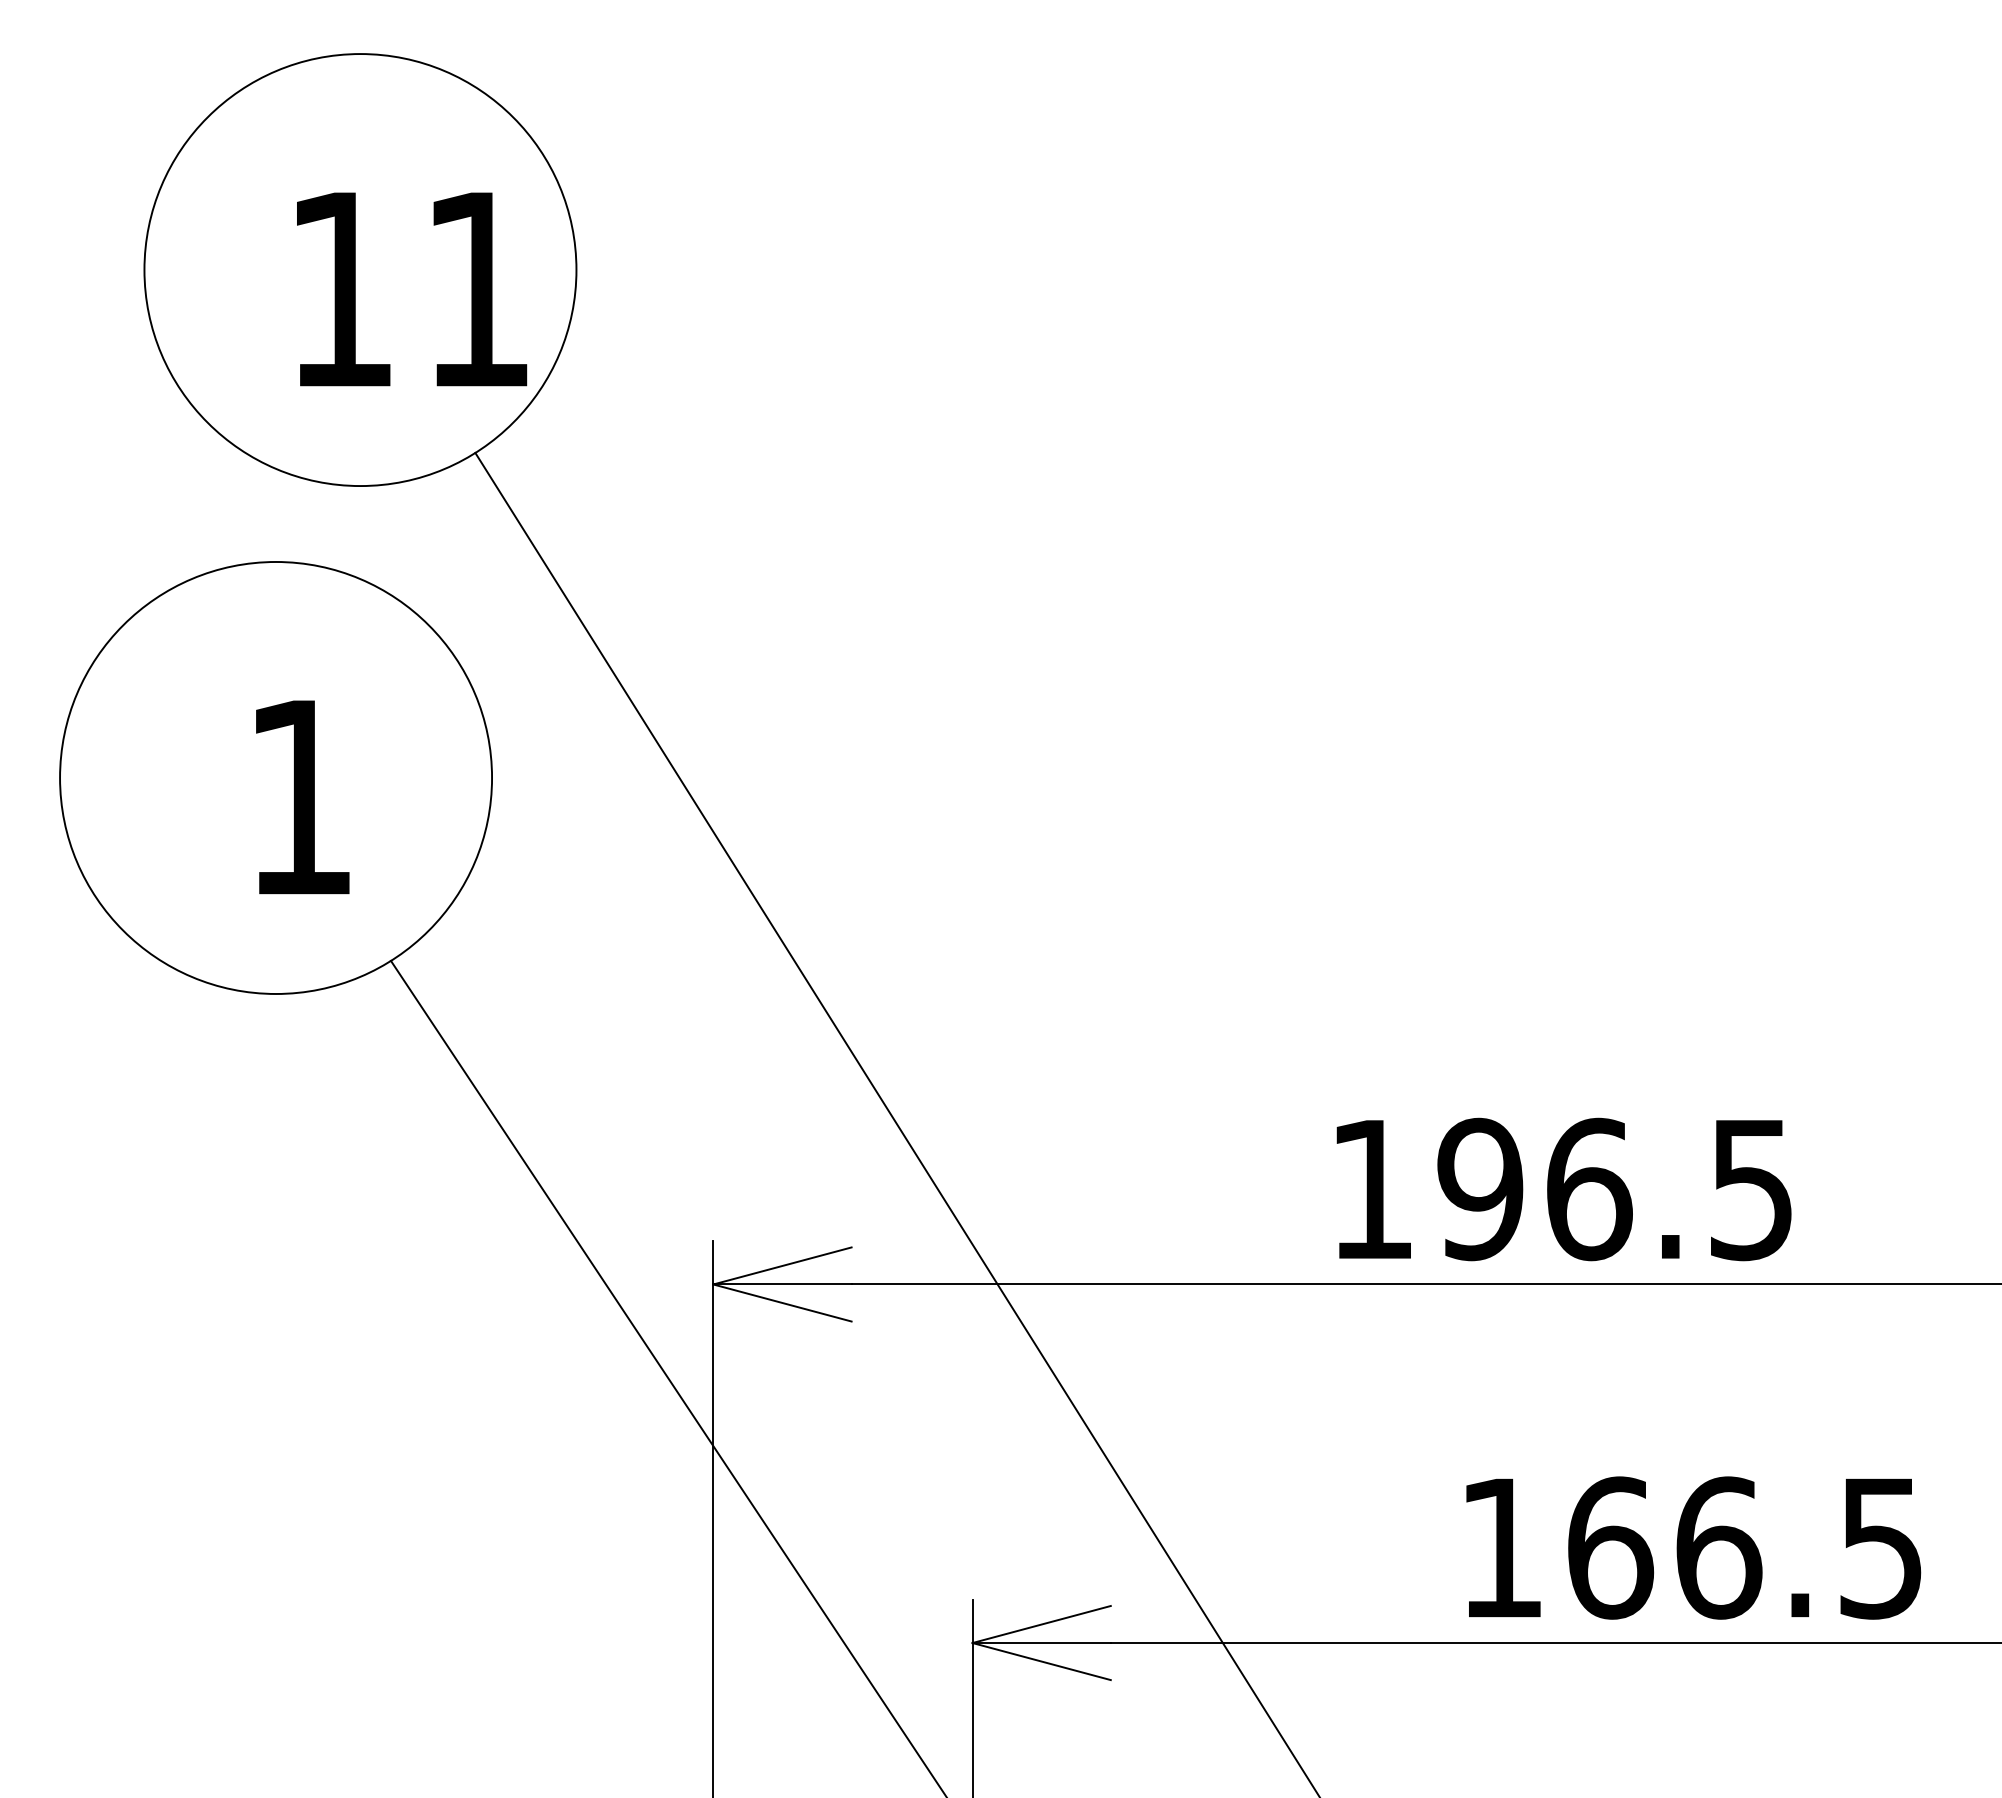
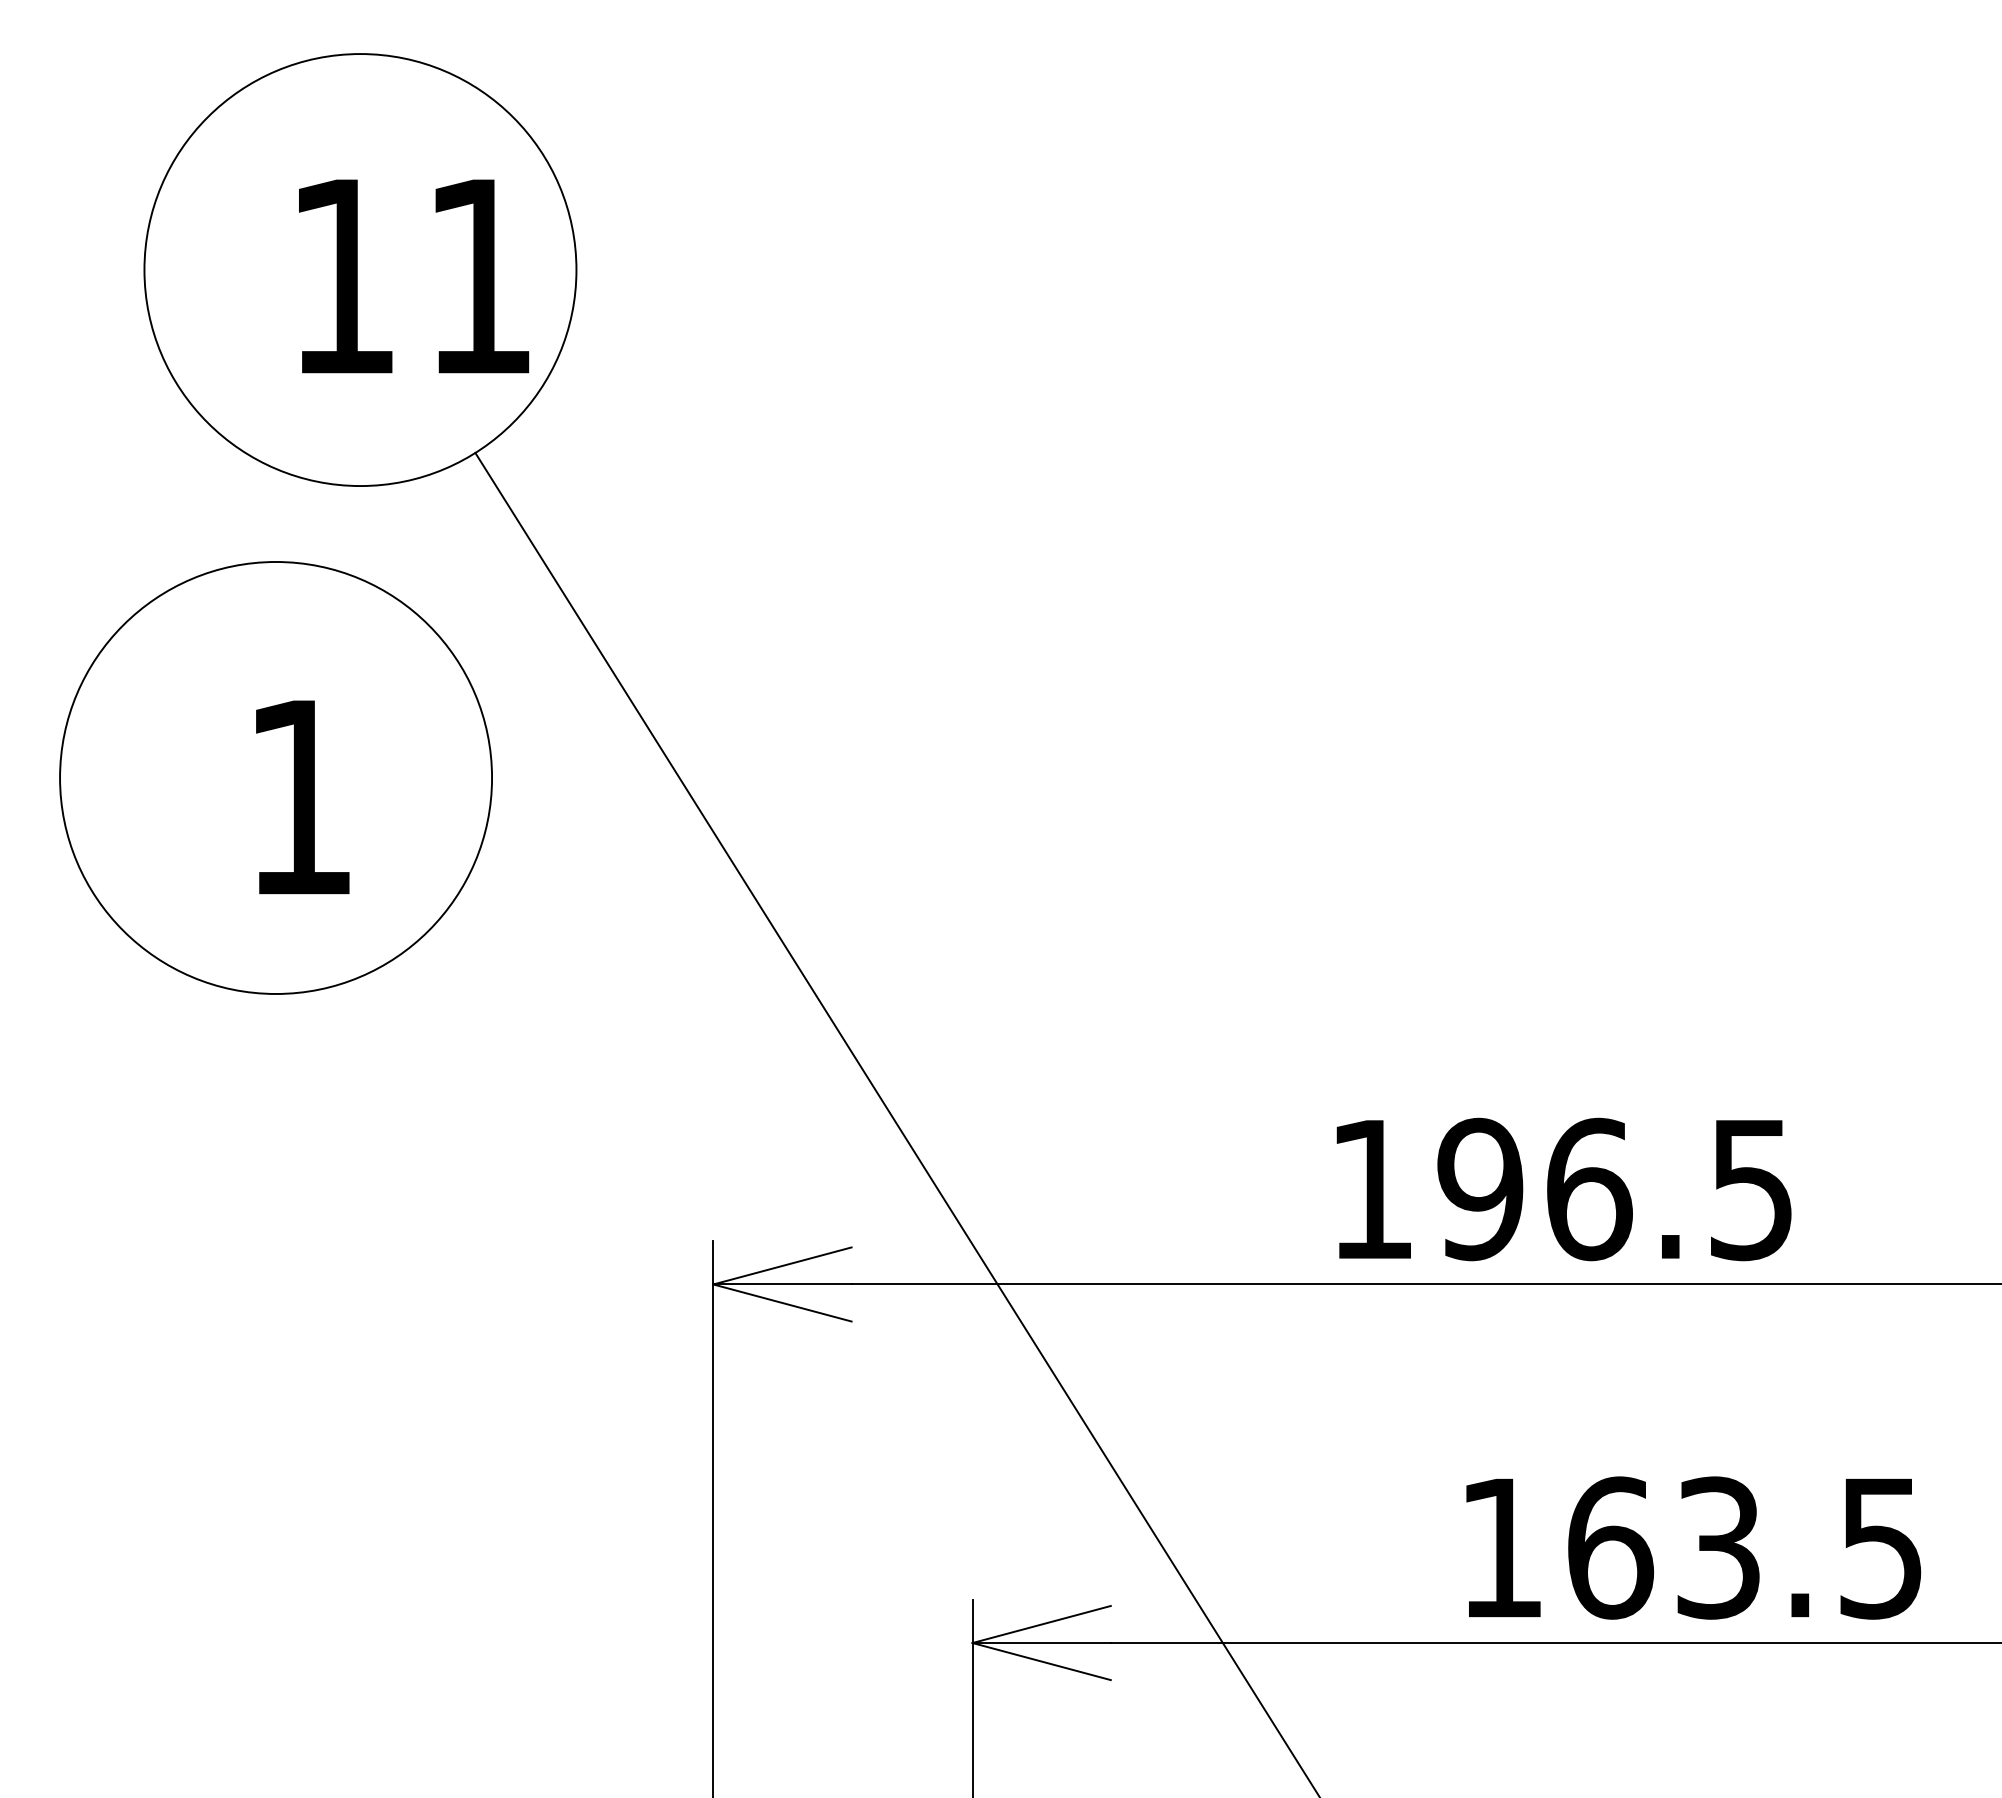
text at (412, 289) position: (412, 289) -> (414, 276)
line at (667, 1377): present -> none
text at (1719, 1547): 166.5 -> 163.5
